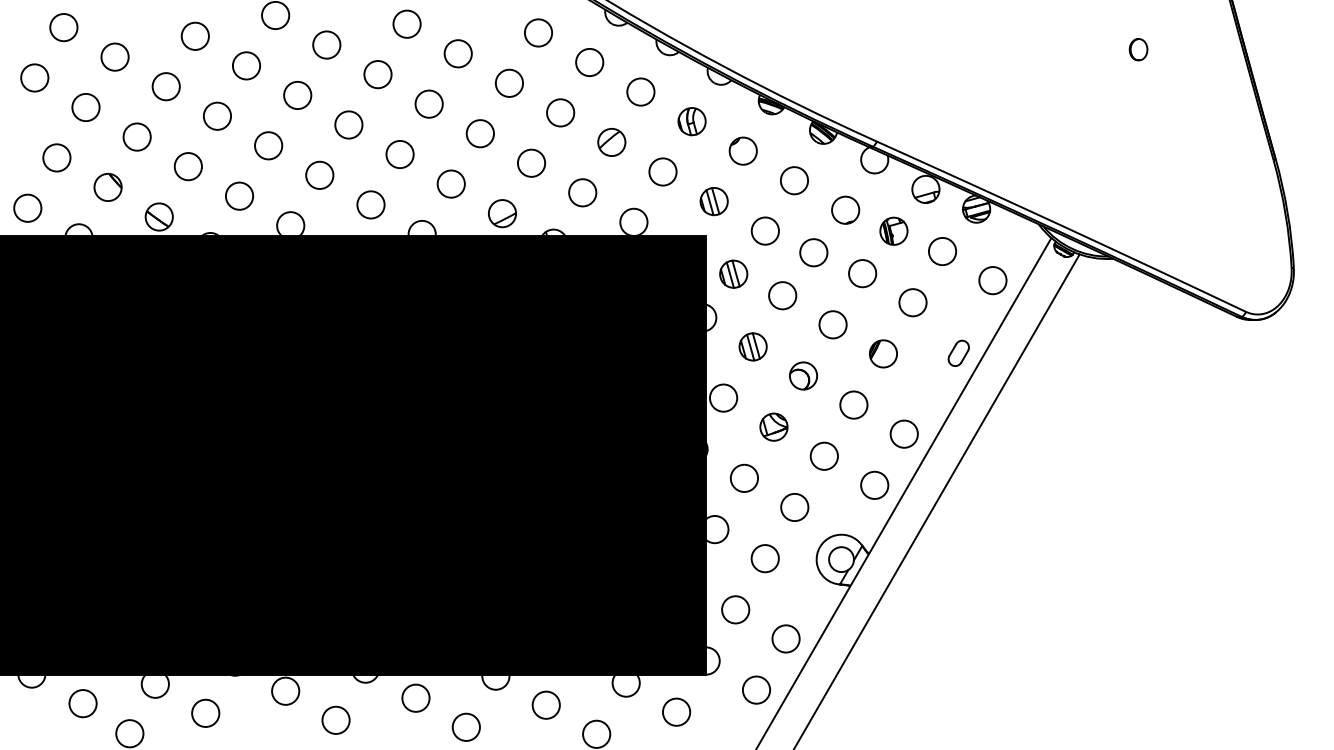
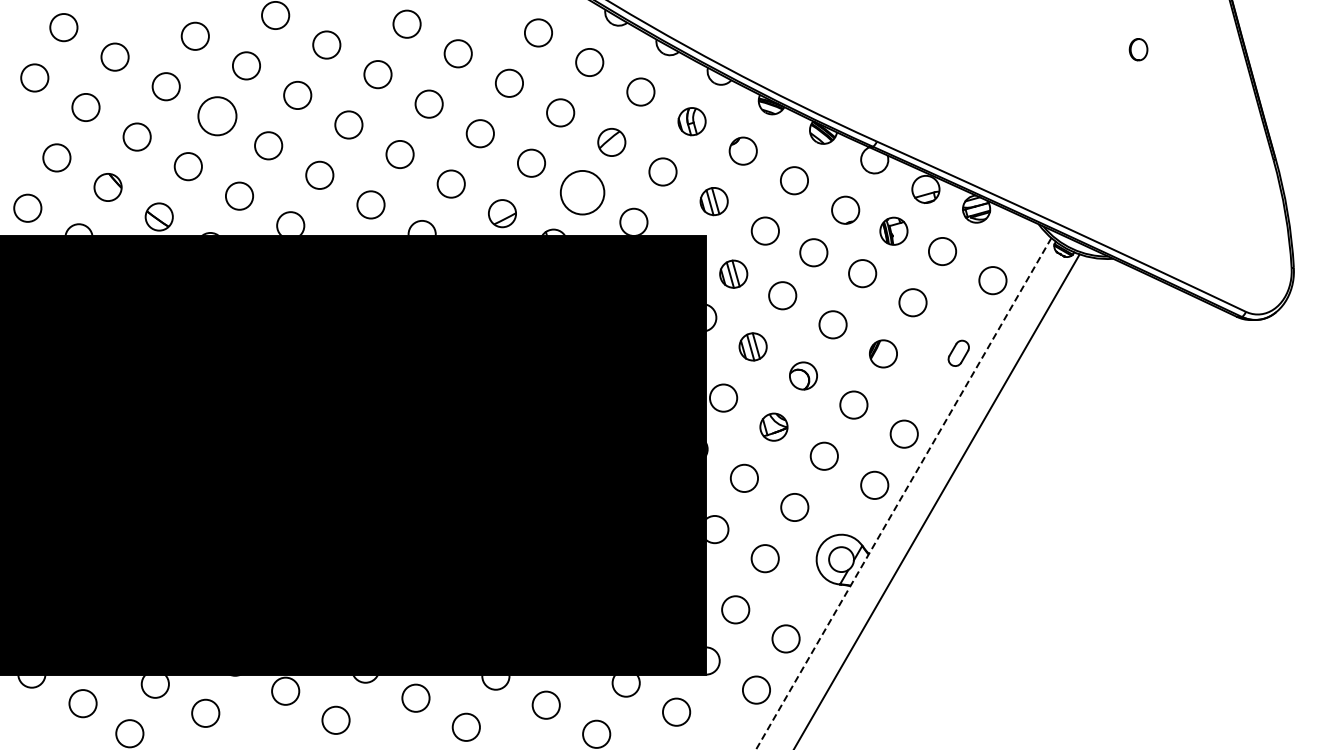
circle at (217, 115) diameter: 27 px -> 38 px
circle at (582, 192) size: 30x30 px -> 47x46 px
line at (903, 494): solid -> dashed
